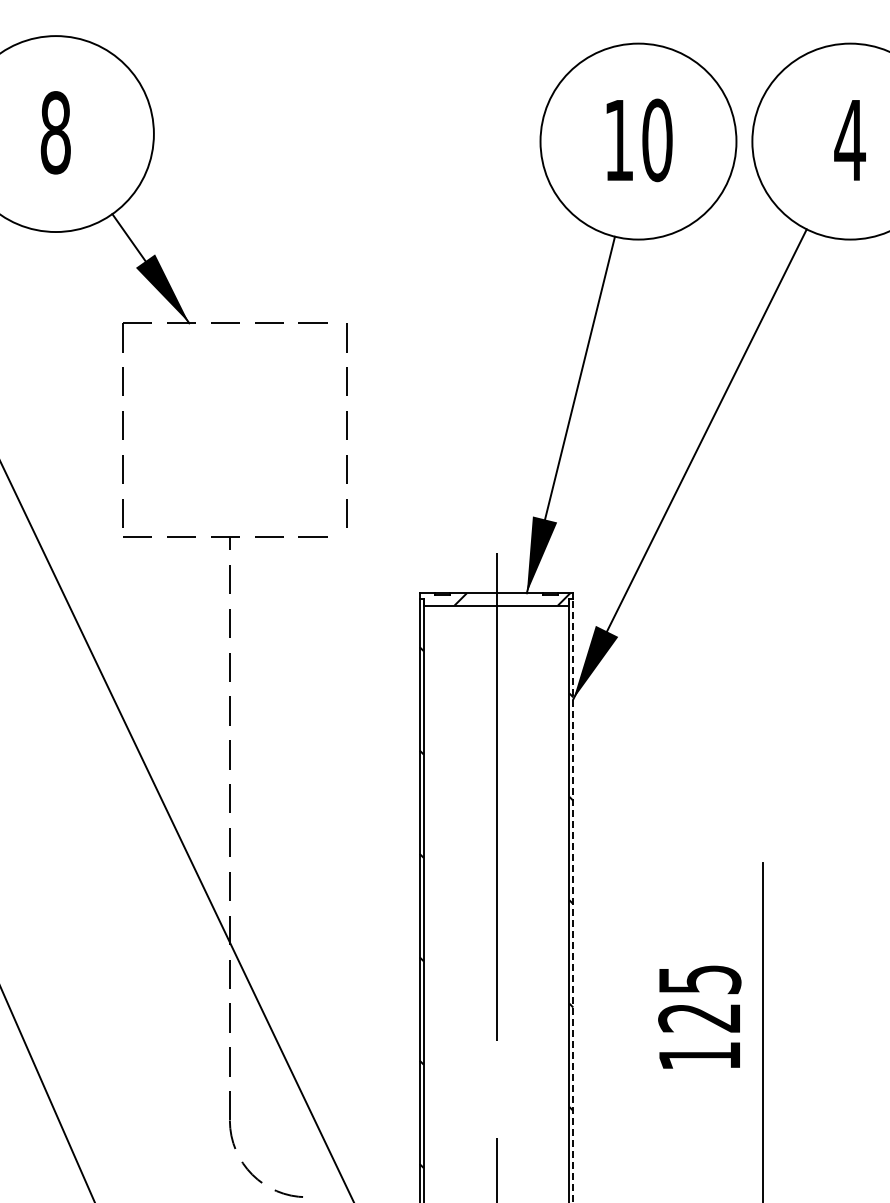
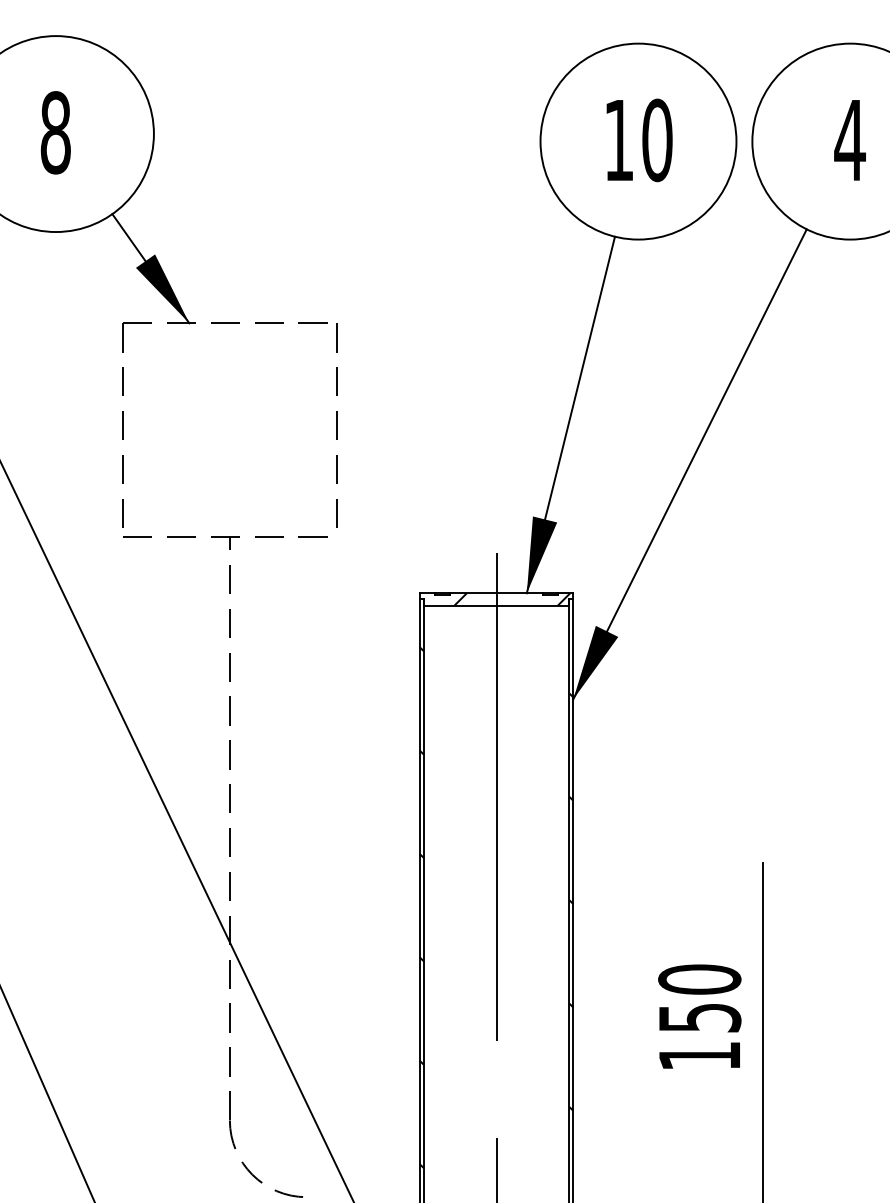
line at (346, 425) position: (346, 425) -> (336, 425)
line at (573, 900): dashed -> solid
text at (699, 998): 125 -> 150
